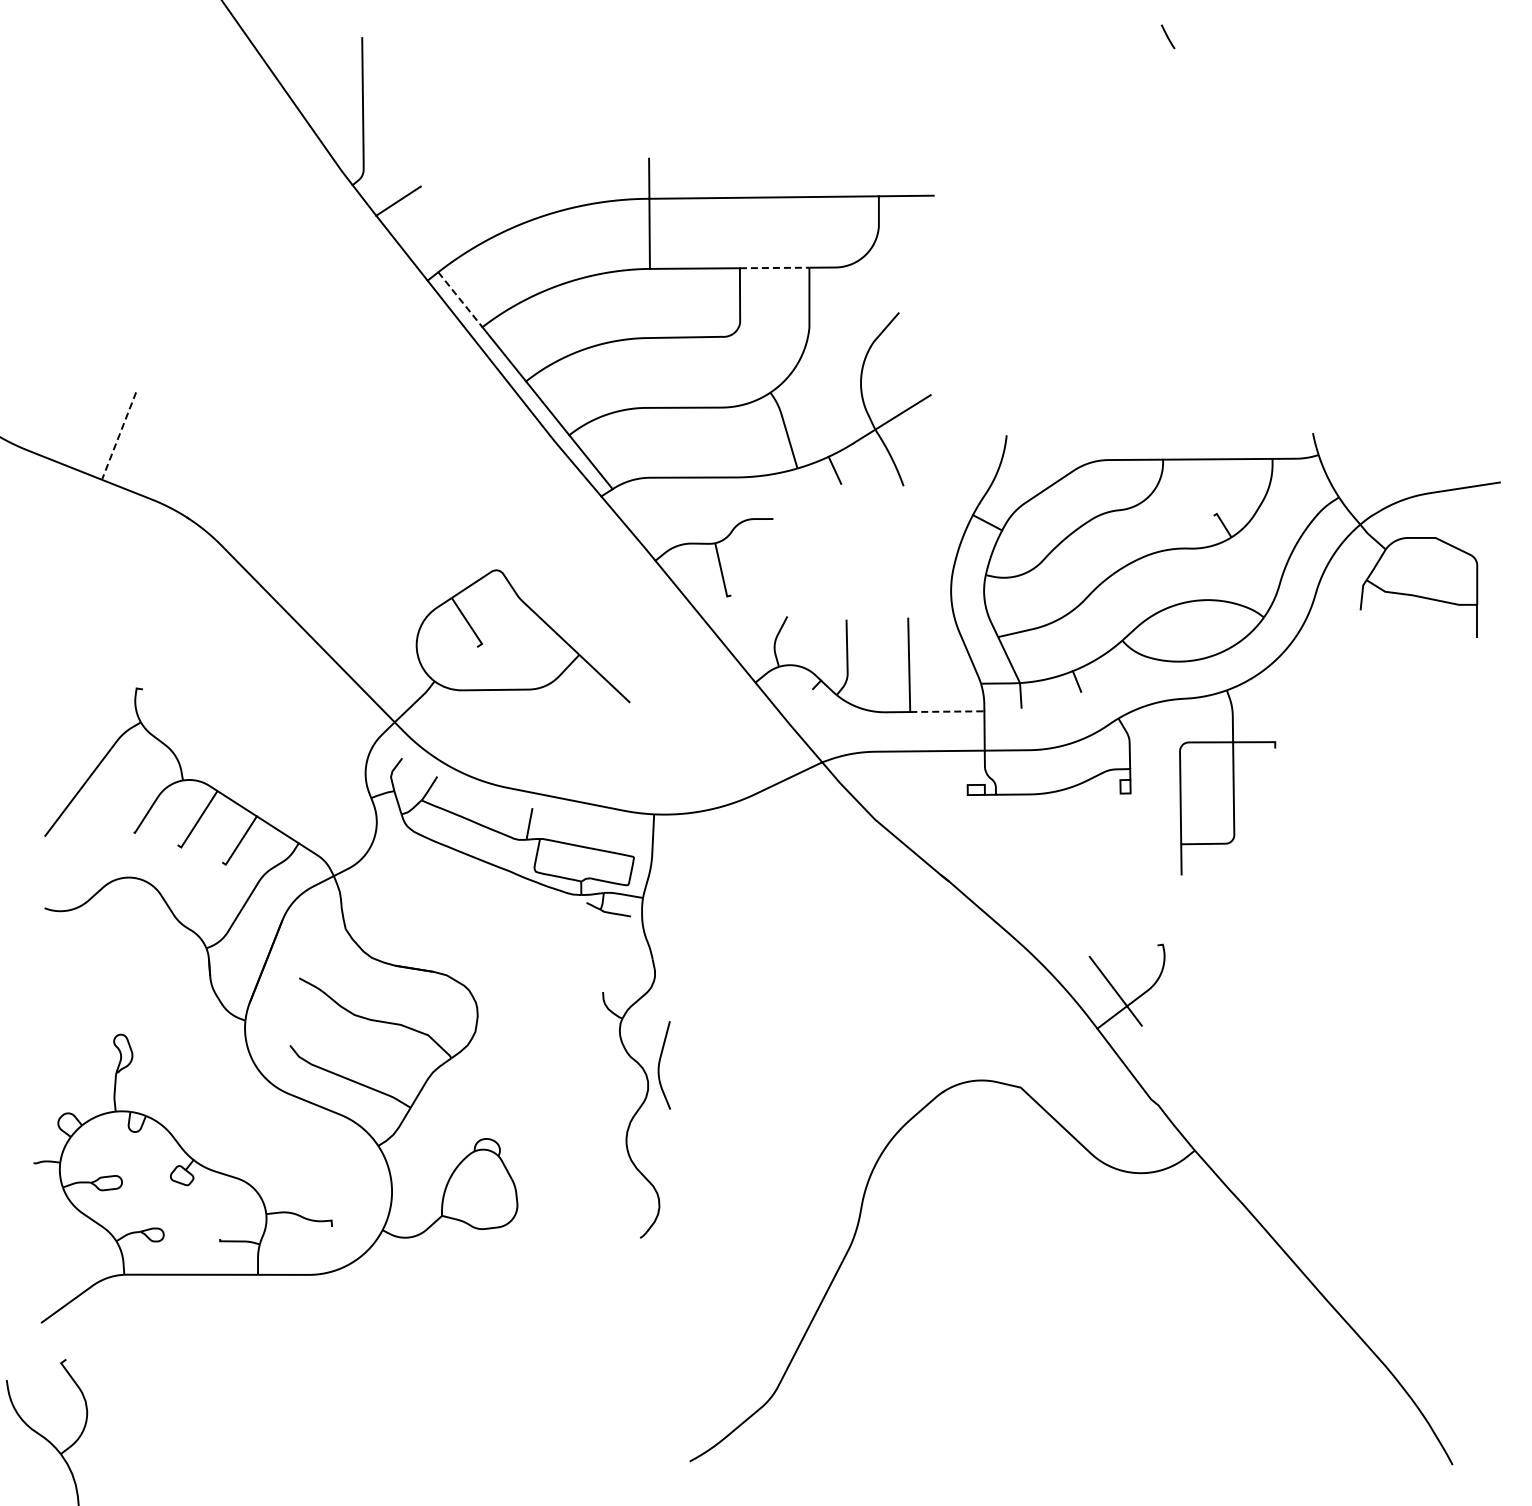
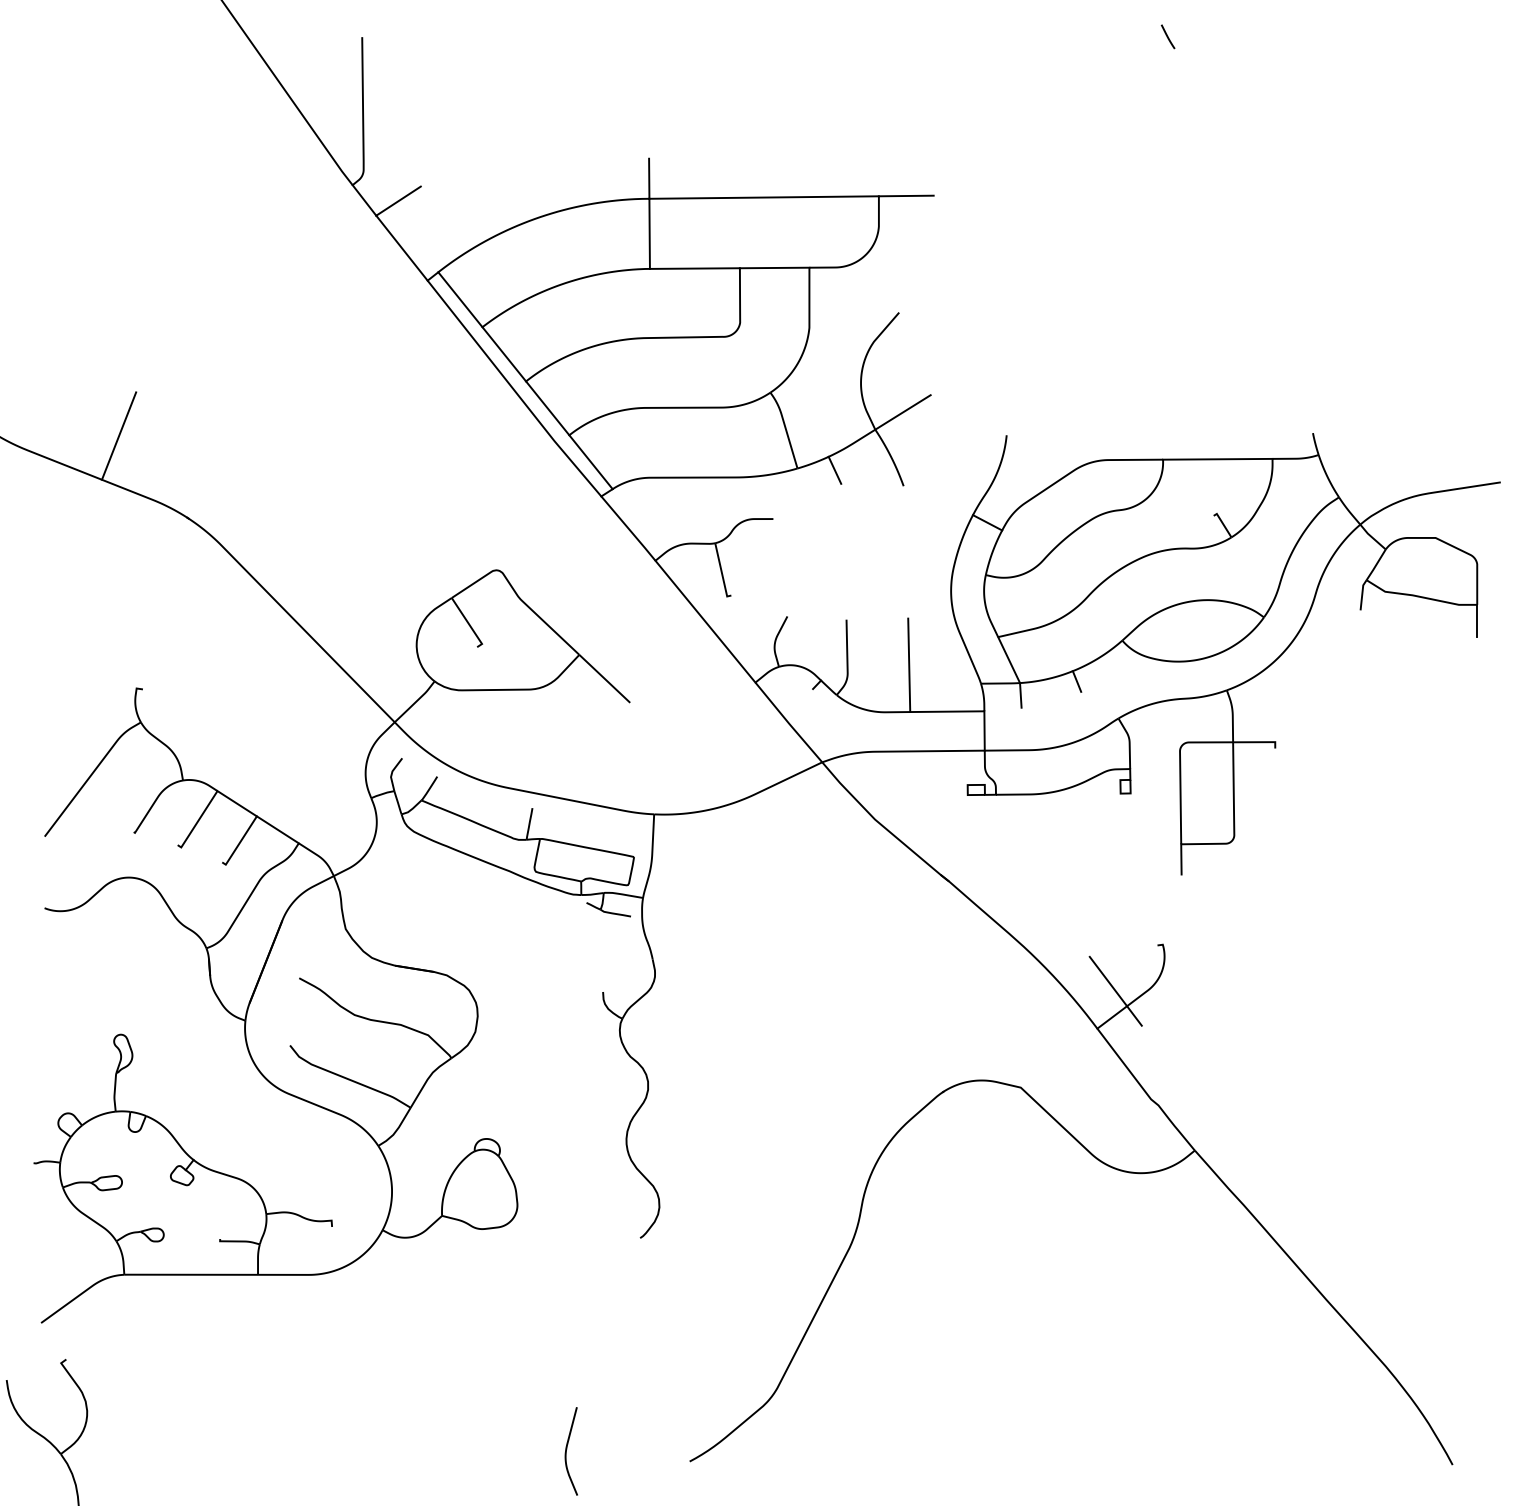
line at (774, 267): dashed -> solid
line at (460, 300): dashed -> solid
line at (119, 436): dashed -> solid
line at (947, 711): dashed -> solid
curve at (660, 1063) position: (660, 1063) -> (567, 1449)
